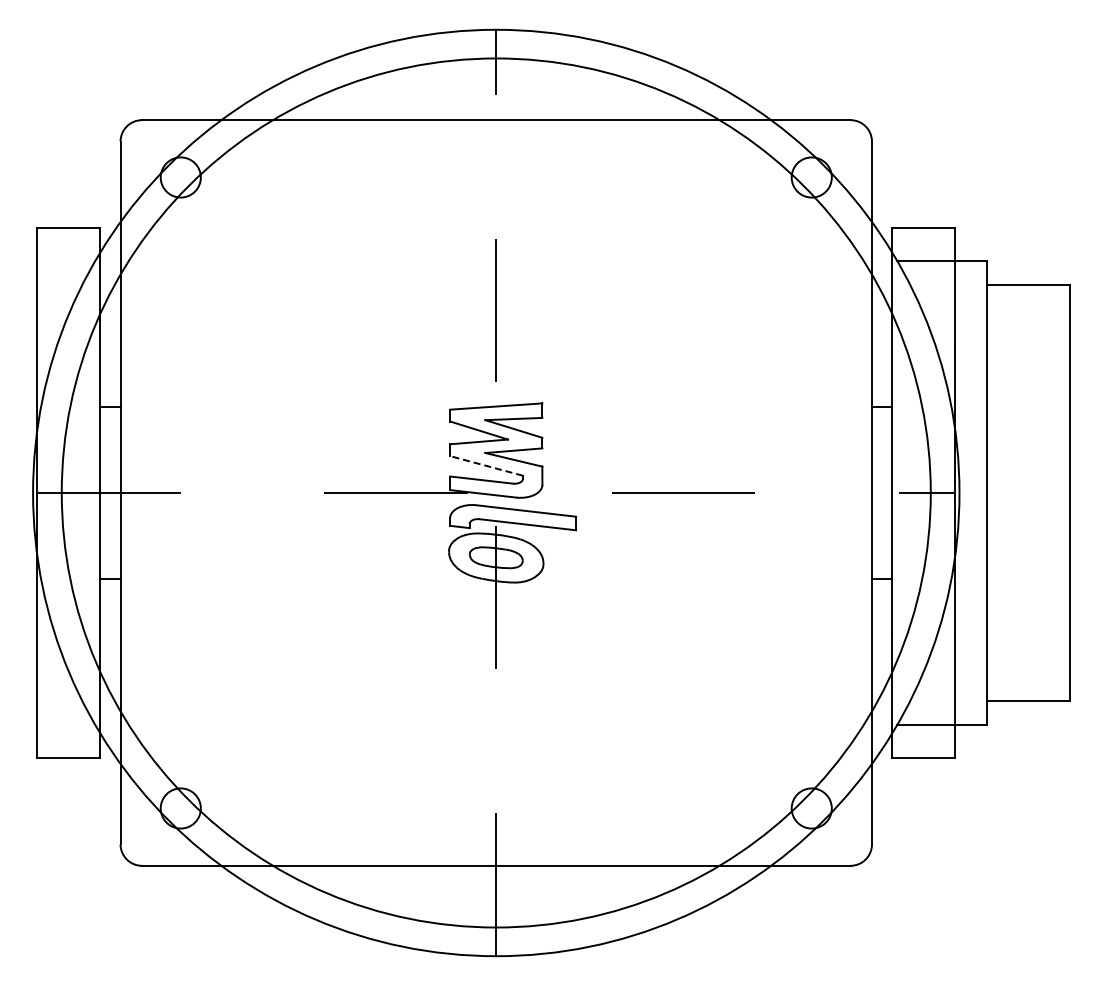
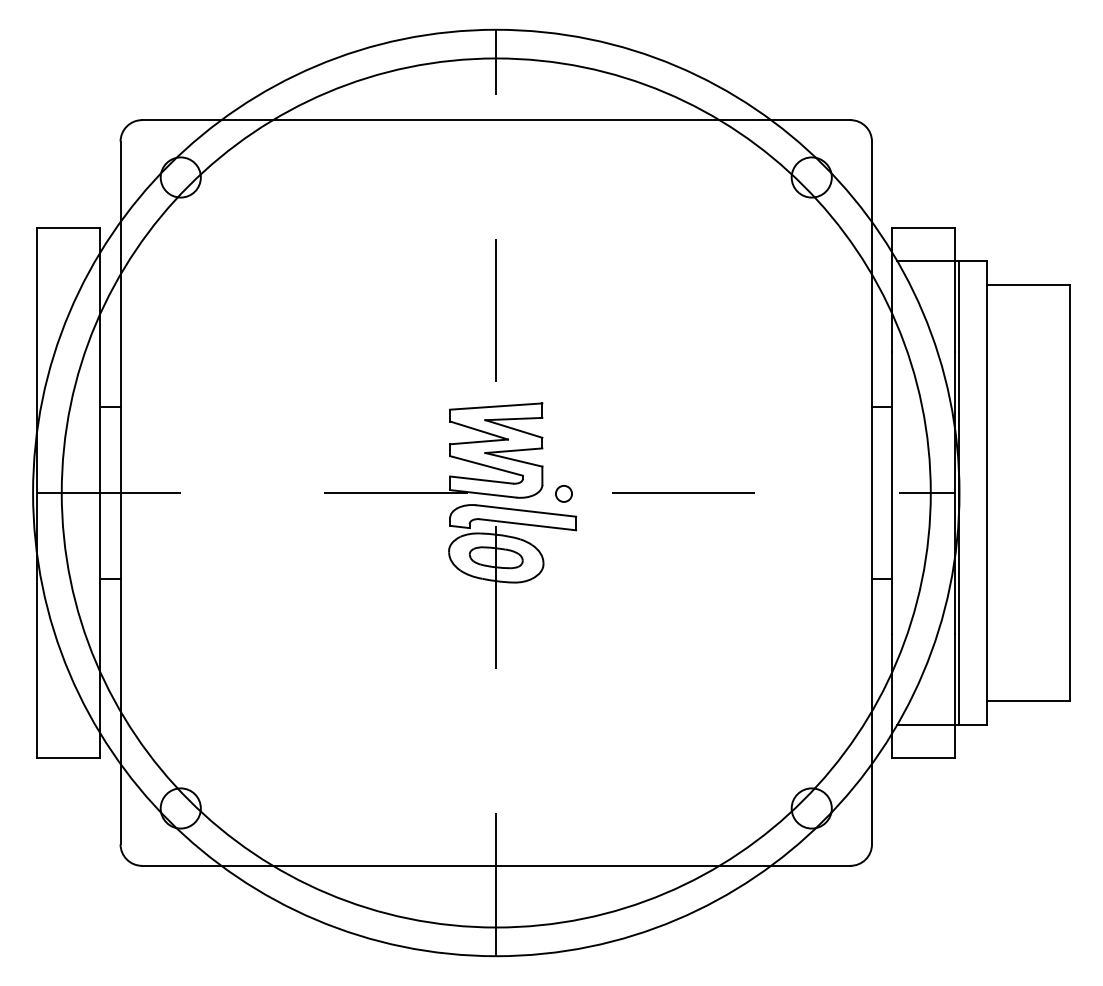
line at (486, 465): dashed -> solid
line at (959, 492): none -> present
circle at (563, 493): none -> present
